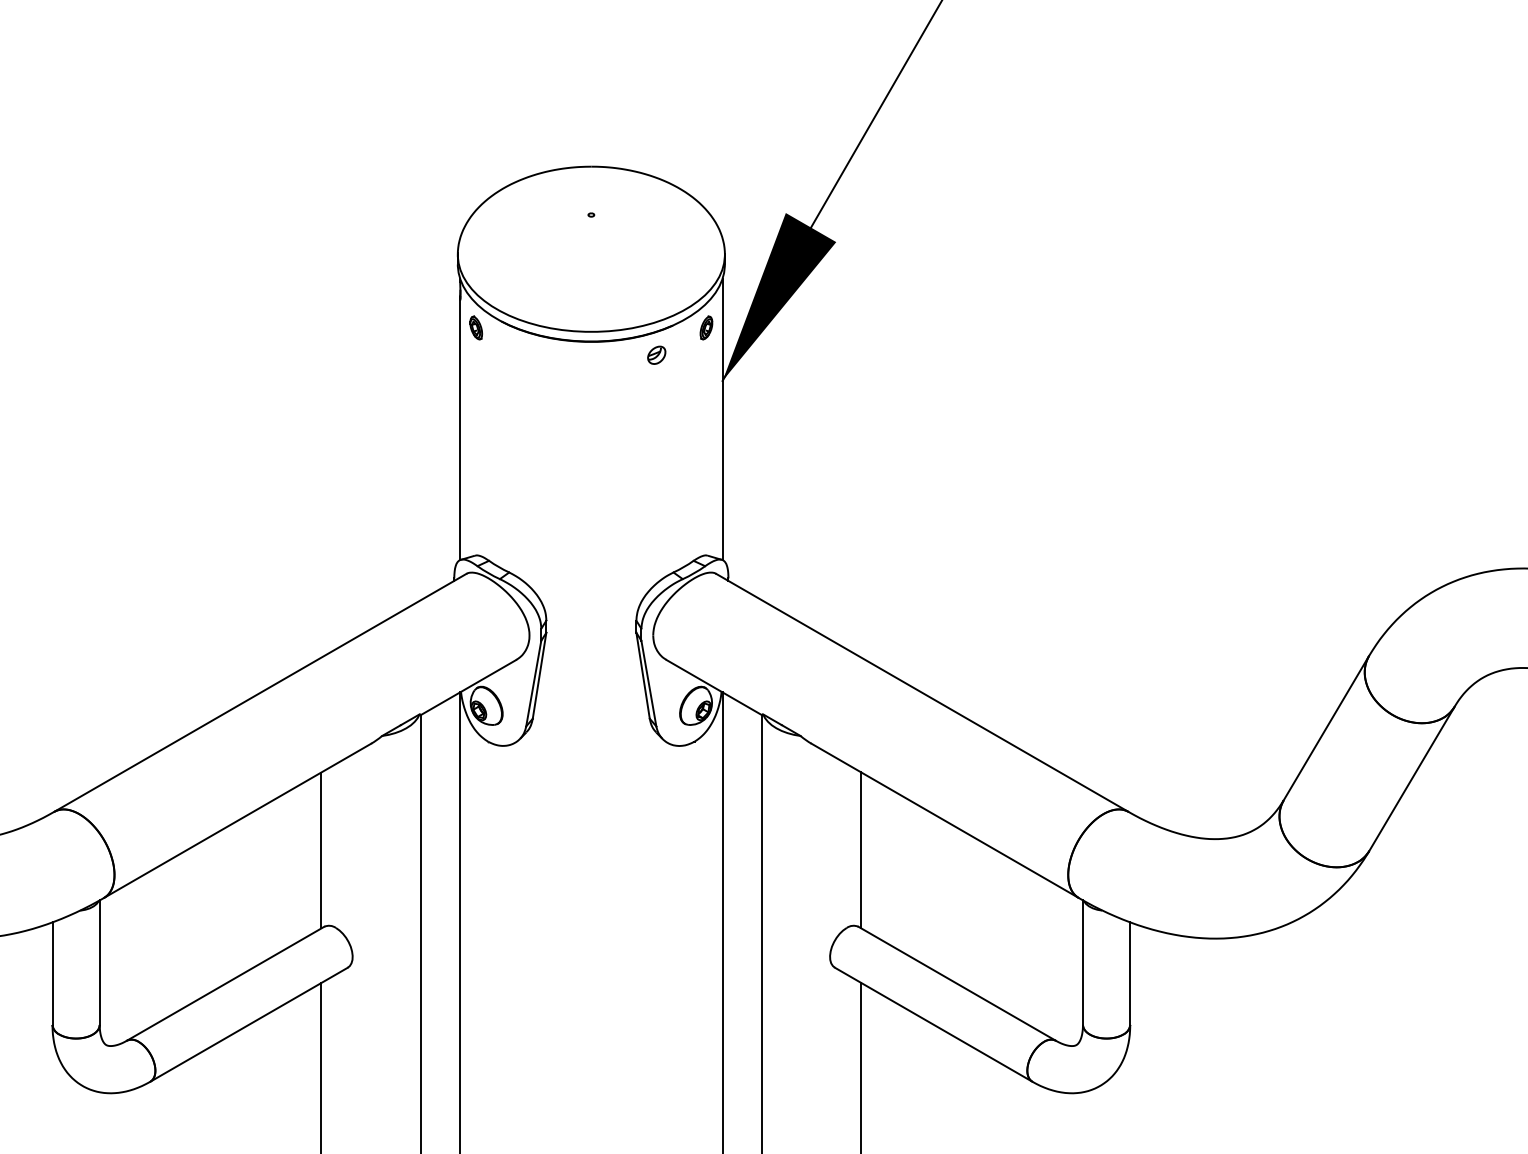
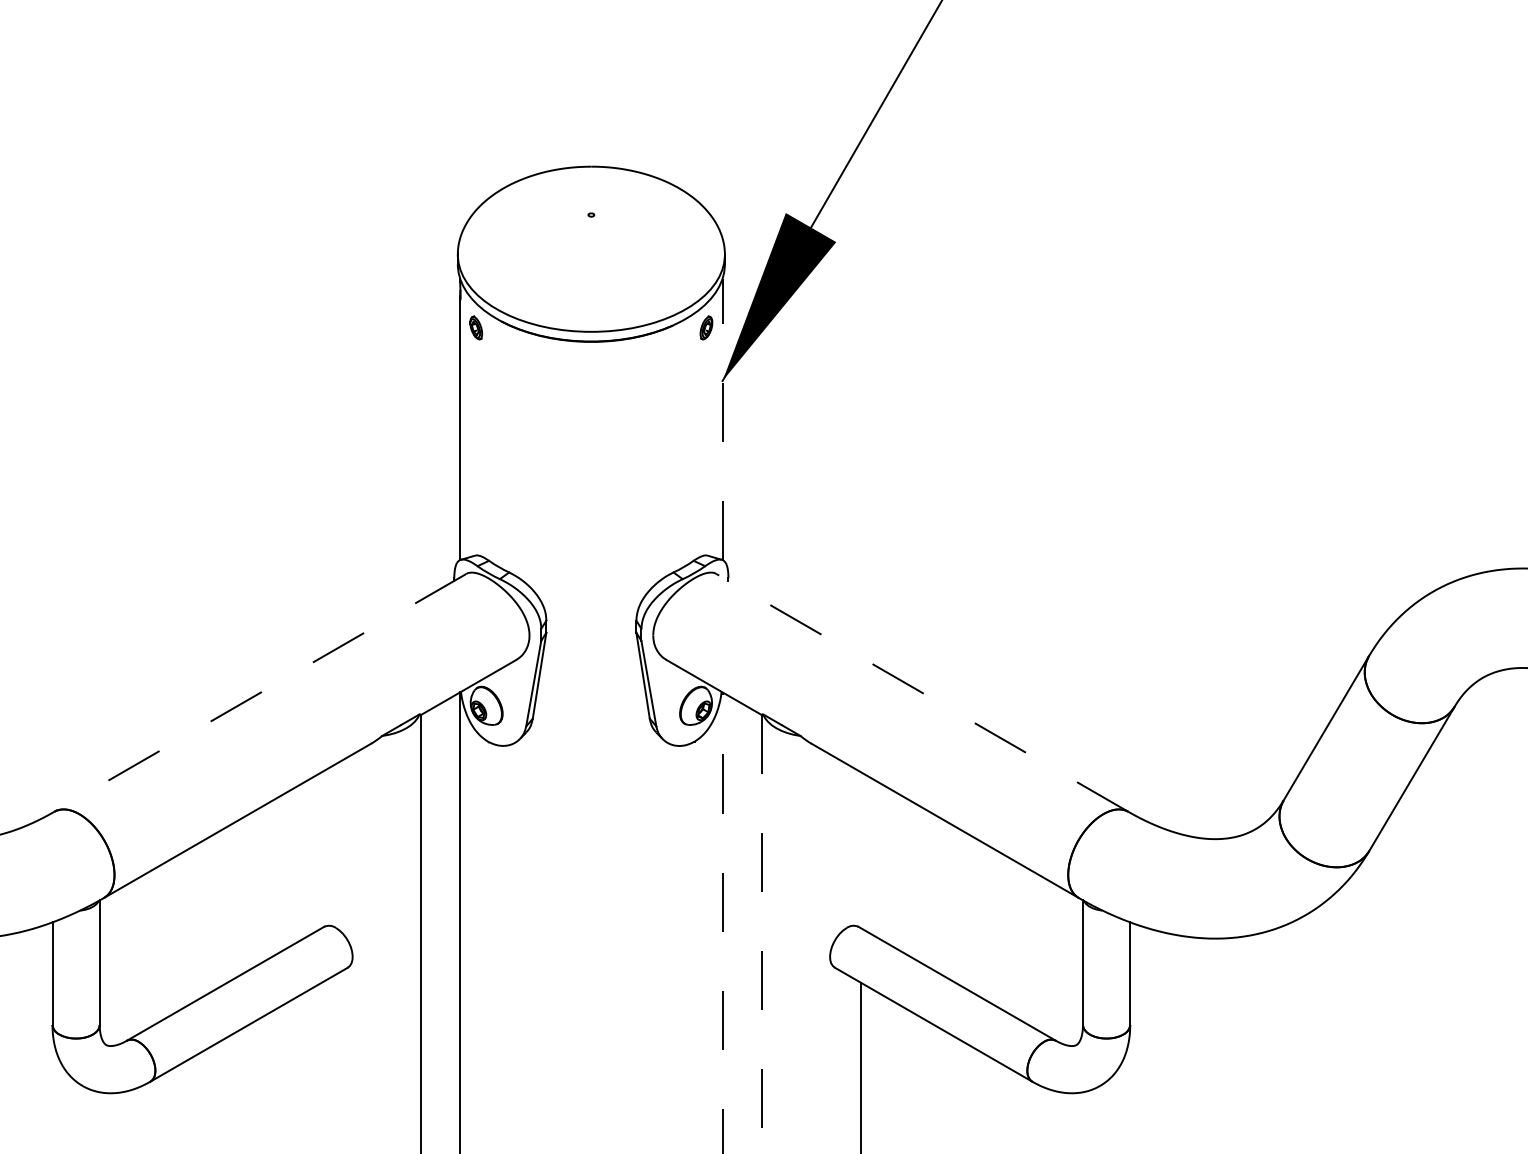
part at (656, 354): present -> none
line at (722, 419): solid -> dashed
line at (260, 692): solid -> dashed
line at (922, 692): solid -> dashed
line at (321, 850): present -> none
line at (861, 850): present -> none
line at (722, 922): solid -> dashed
line at (761, 935): solid -> dashed
line at (321, 1066): present -> none
